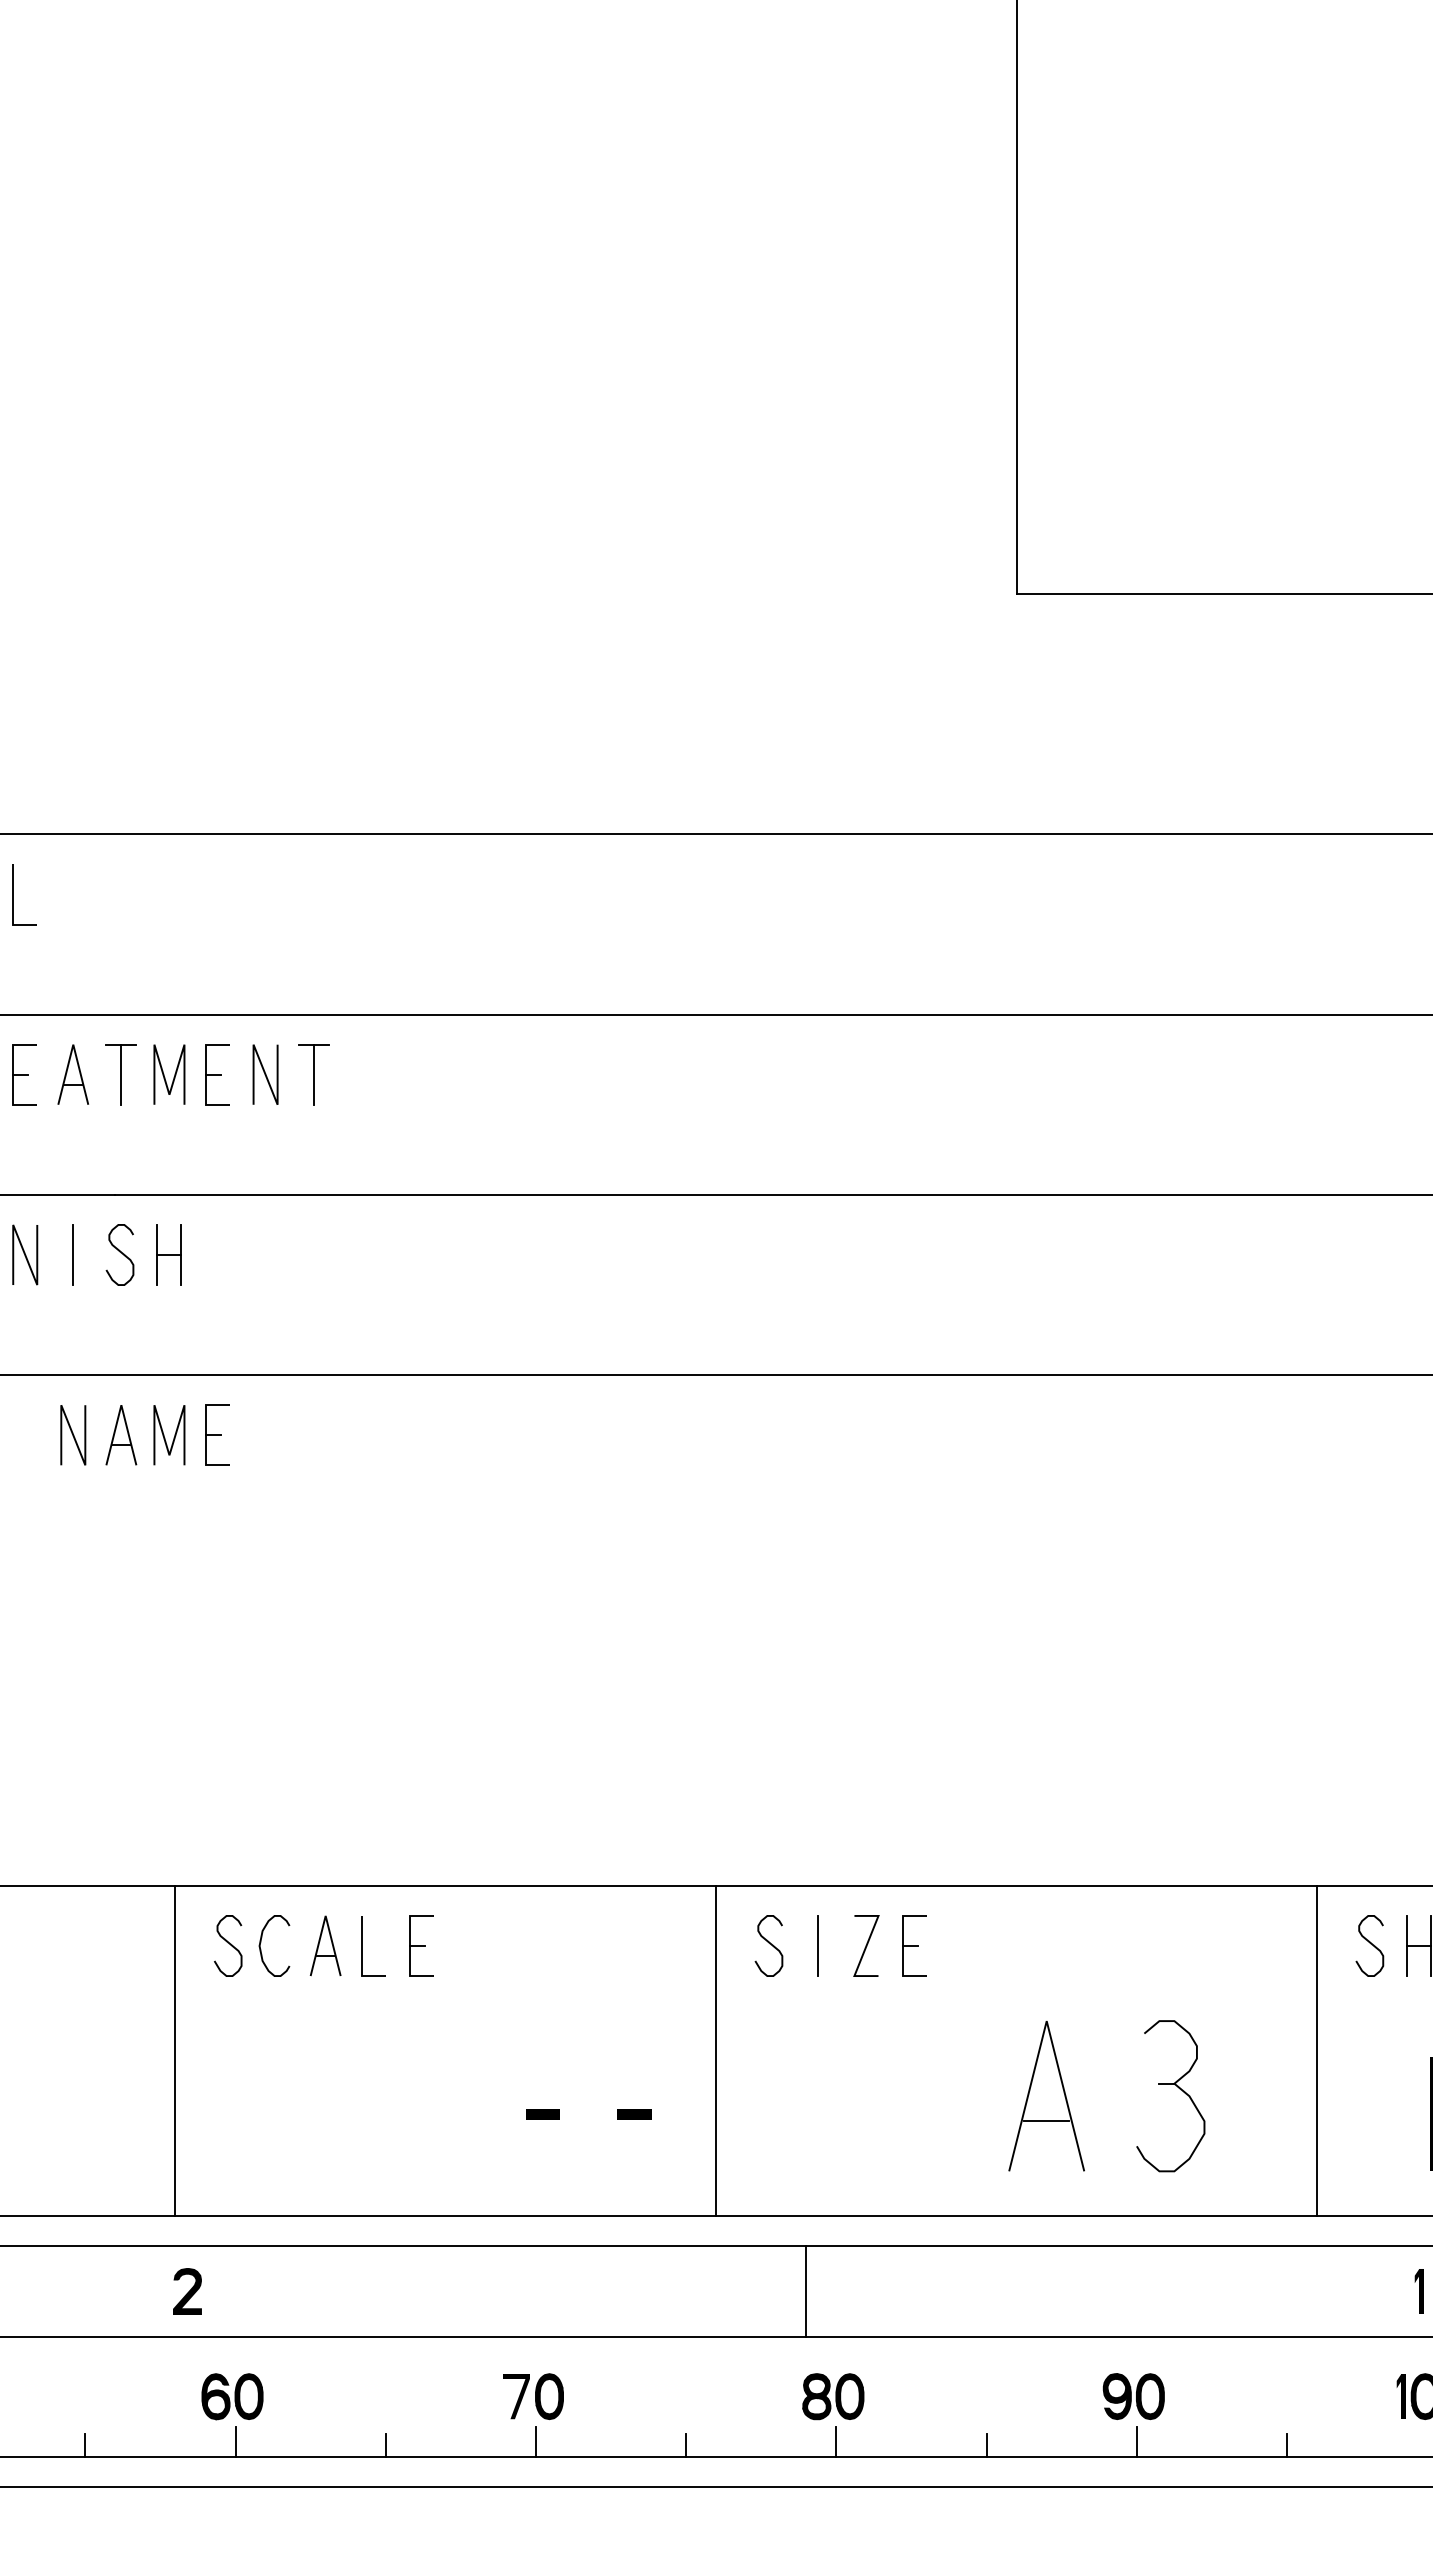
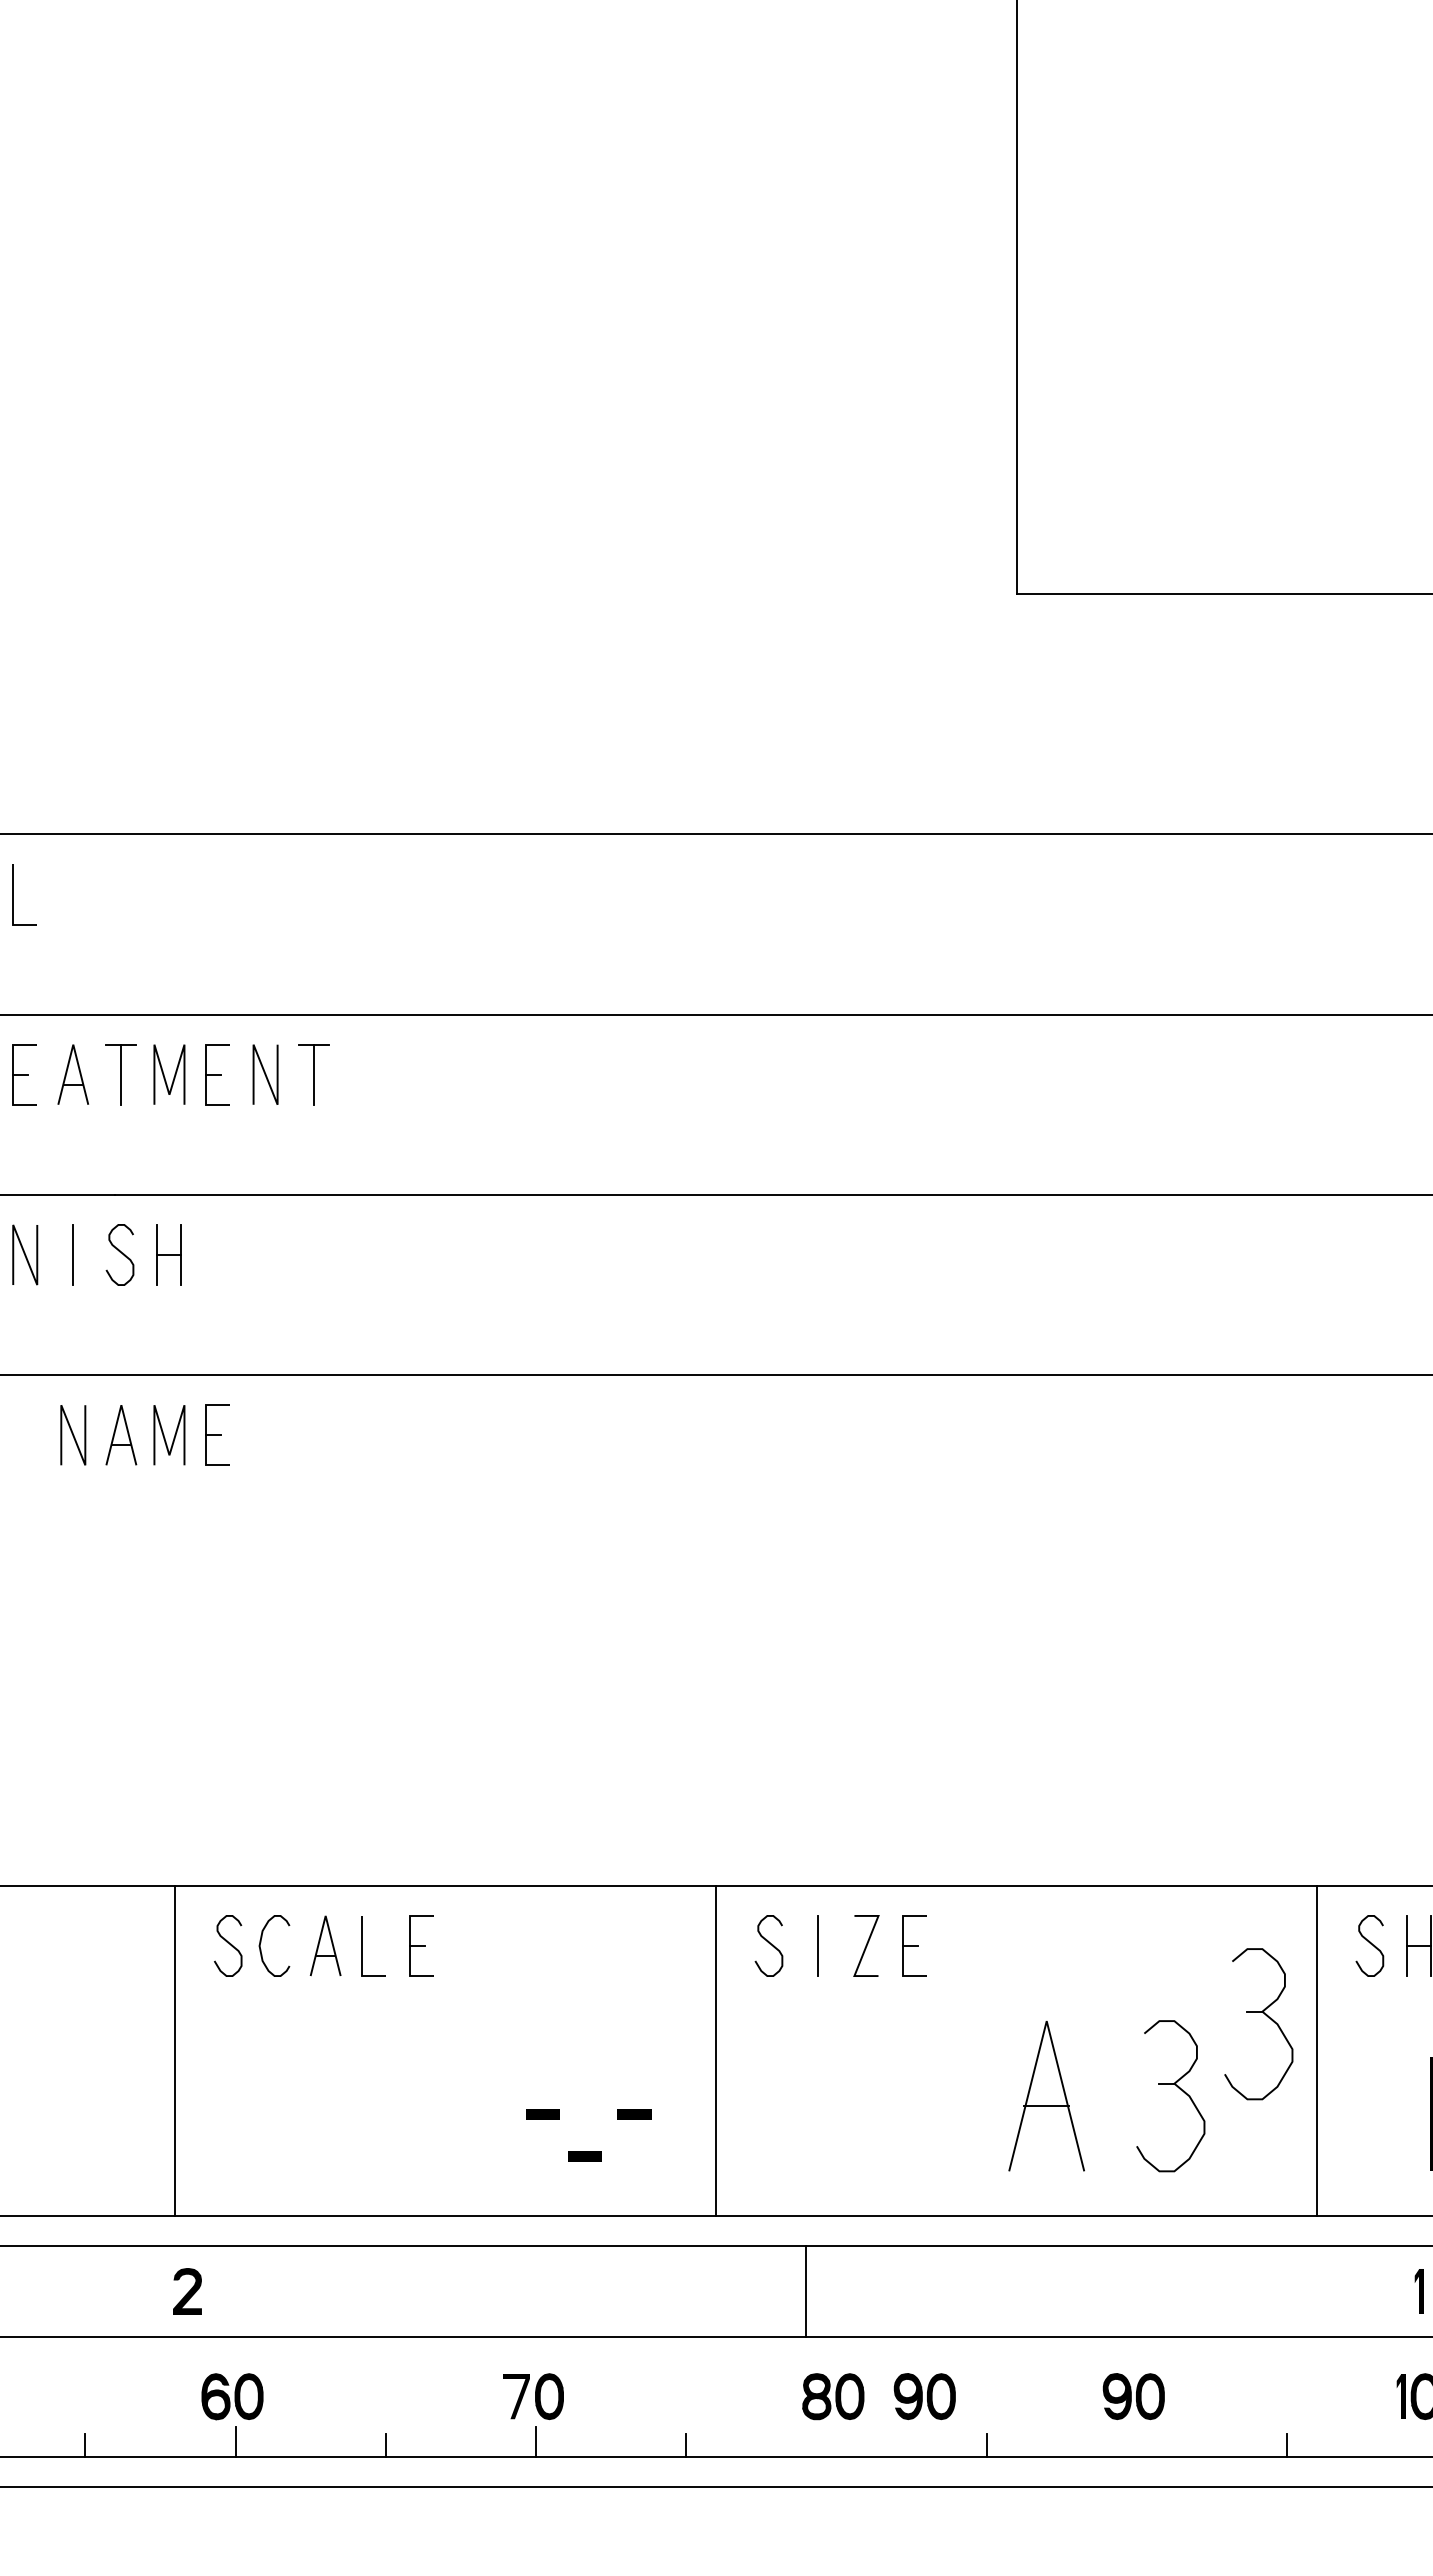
part at (1266, 2016): none -> present
line at (1046, 2121) position: (1046, 2121) -> (1046, 2106)
line at (584, 2156): none -> present
part at (924, 2396): none -> present
line at (836, 2441): present -> none
line at (1136, 2441): present -> none
